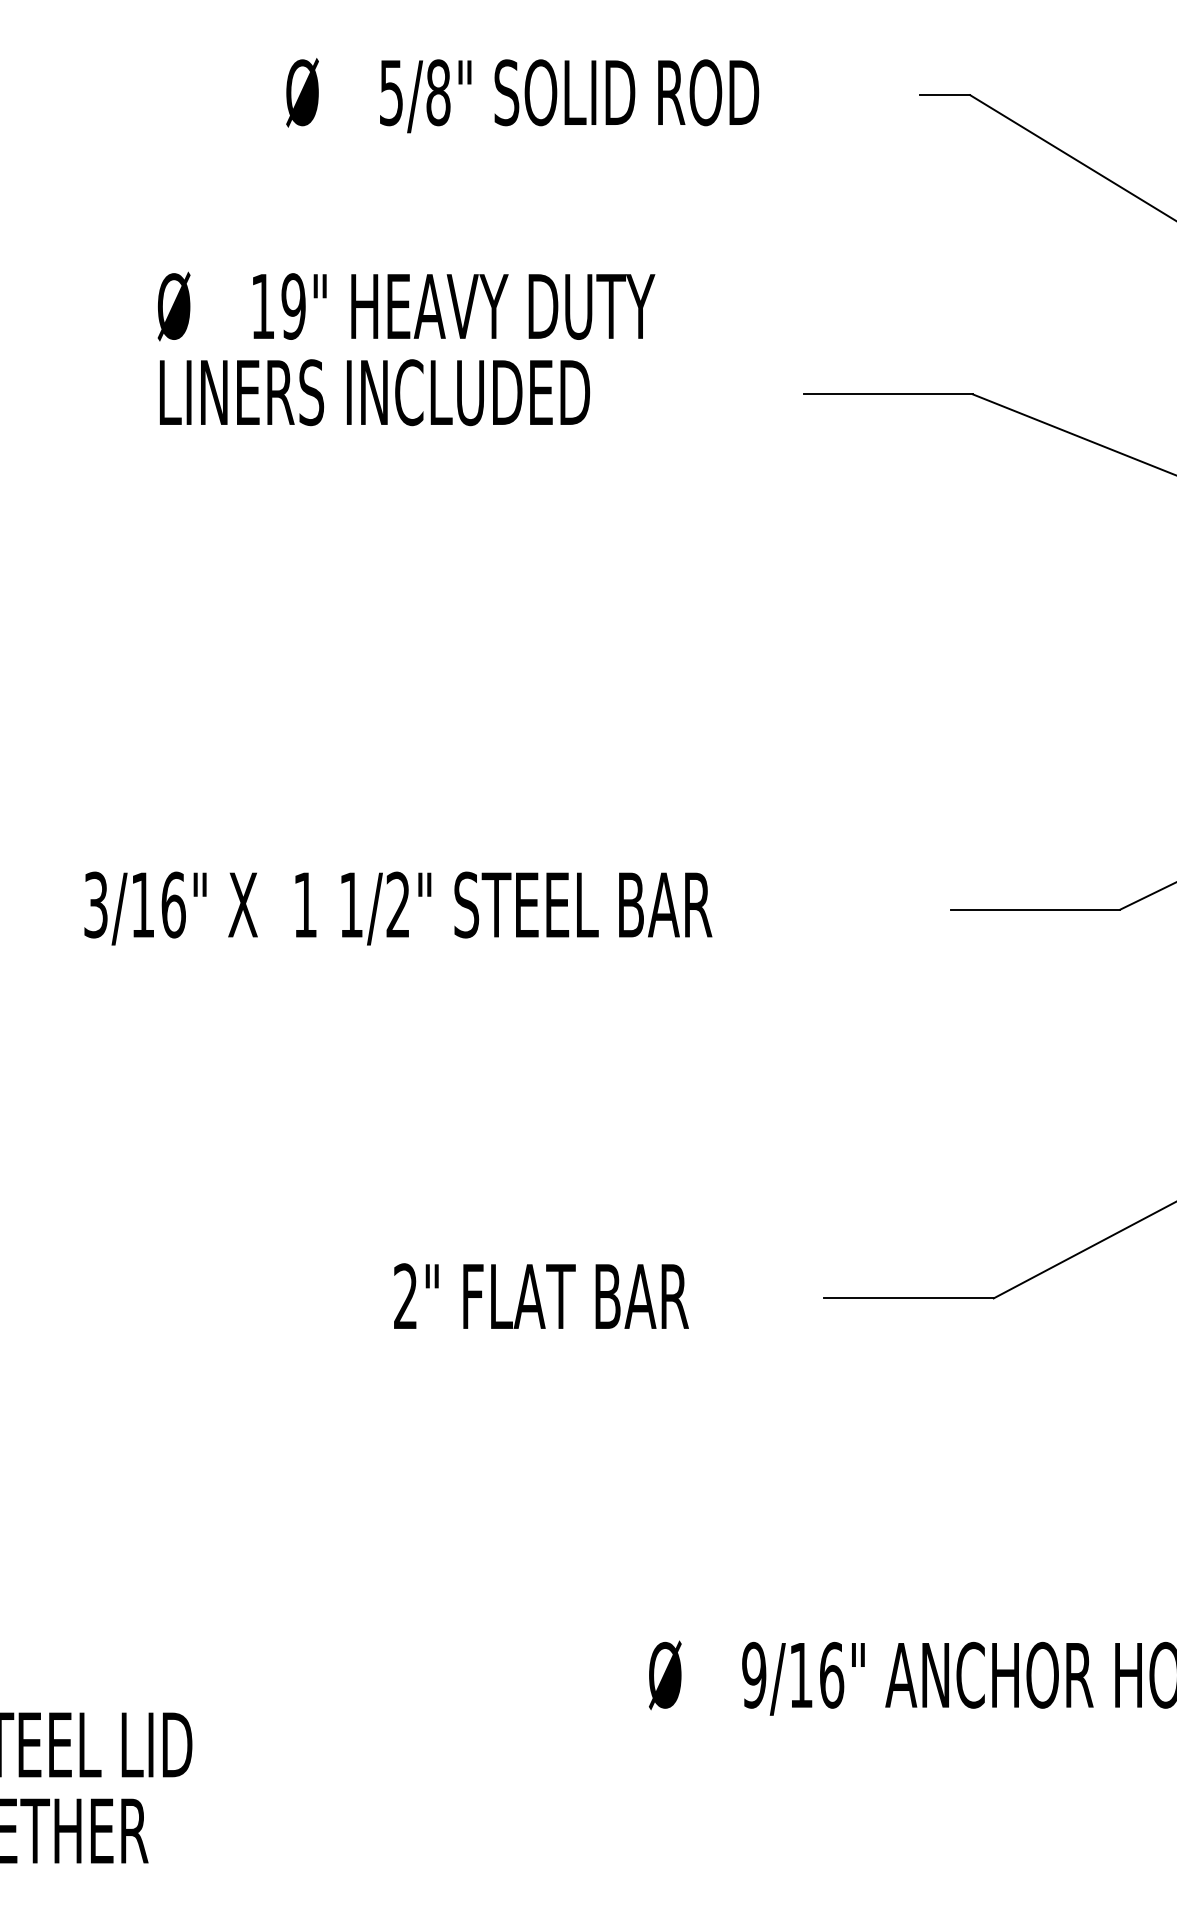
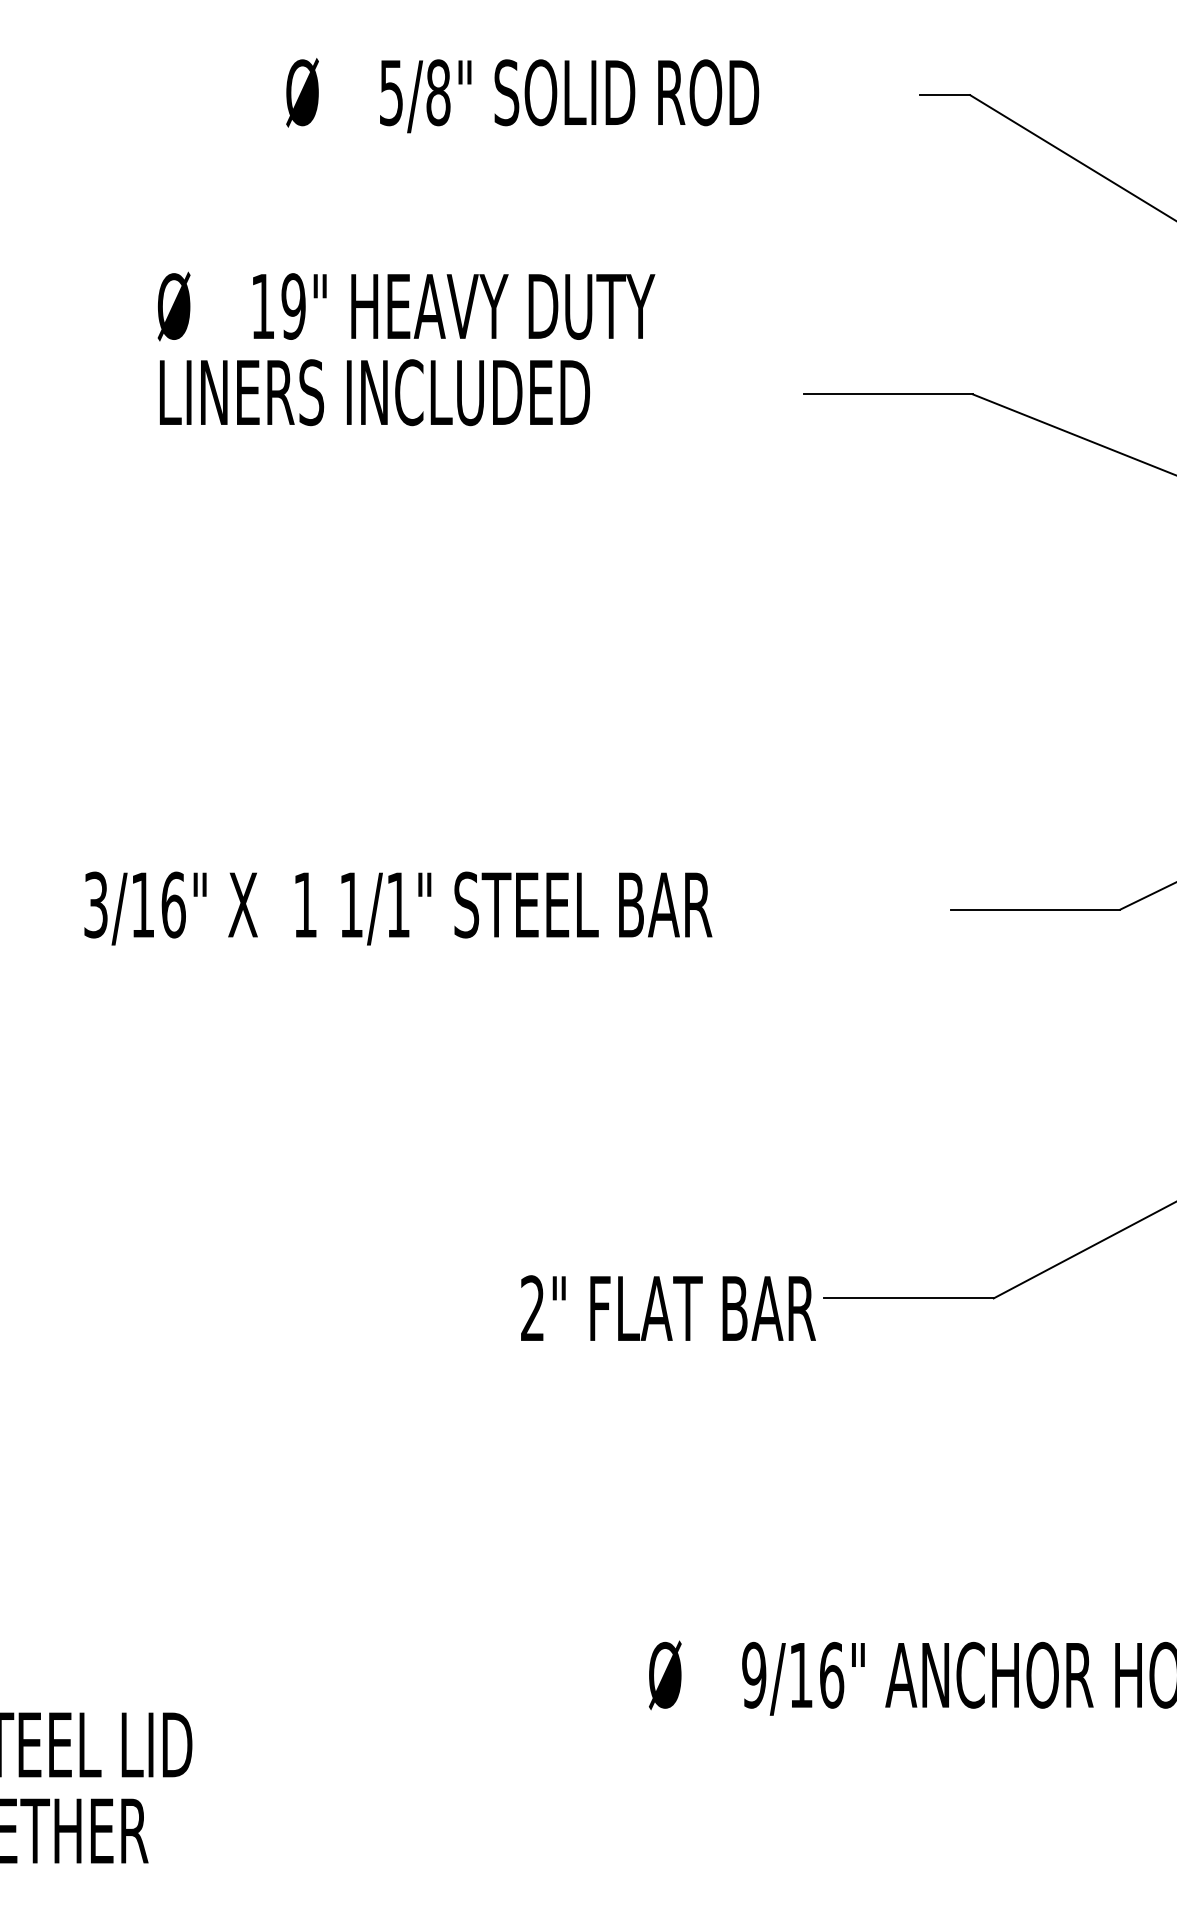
text at (397, 904): 1/2" -> 1/1"
text at (541, 1295) position: (541, 1295) -> (668, 1307)
